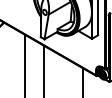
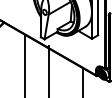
line at (44, 70) position: (44, 70) -> (49, 70)
